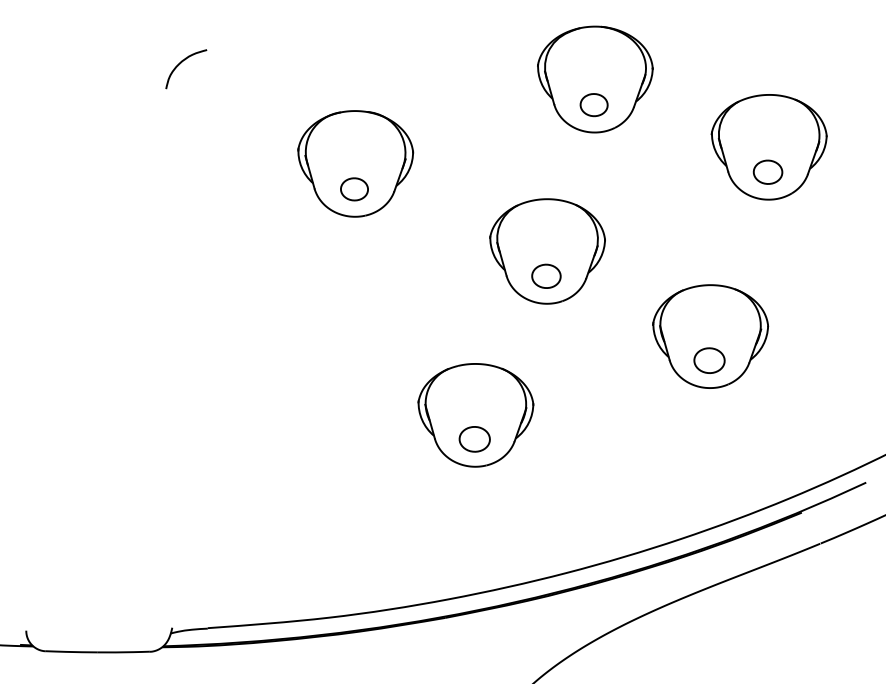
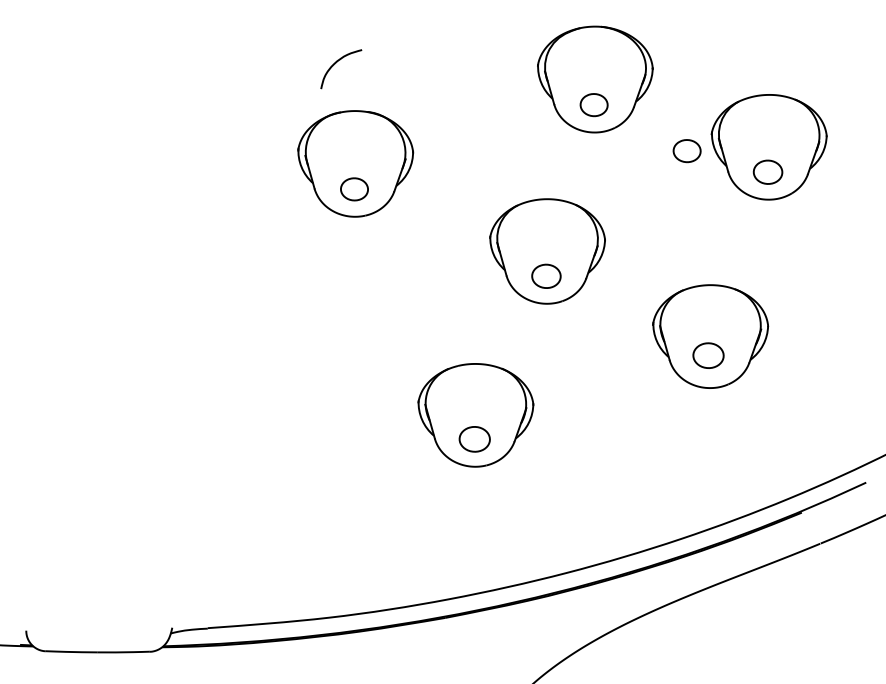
curve at (181, 63) position: (181, 63) -> (336, 63)
part at (686, 151): none -> present
part at (709, 360) position: (709, 360) -> (708, 355)
